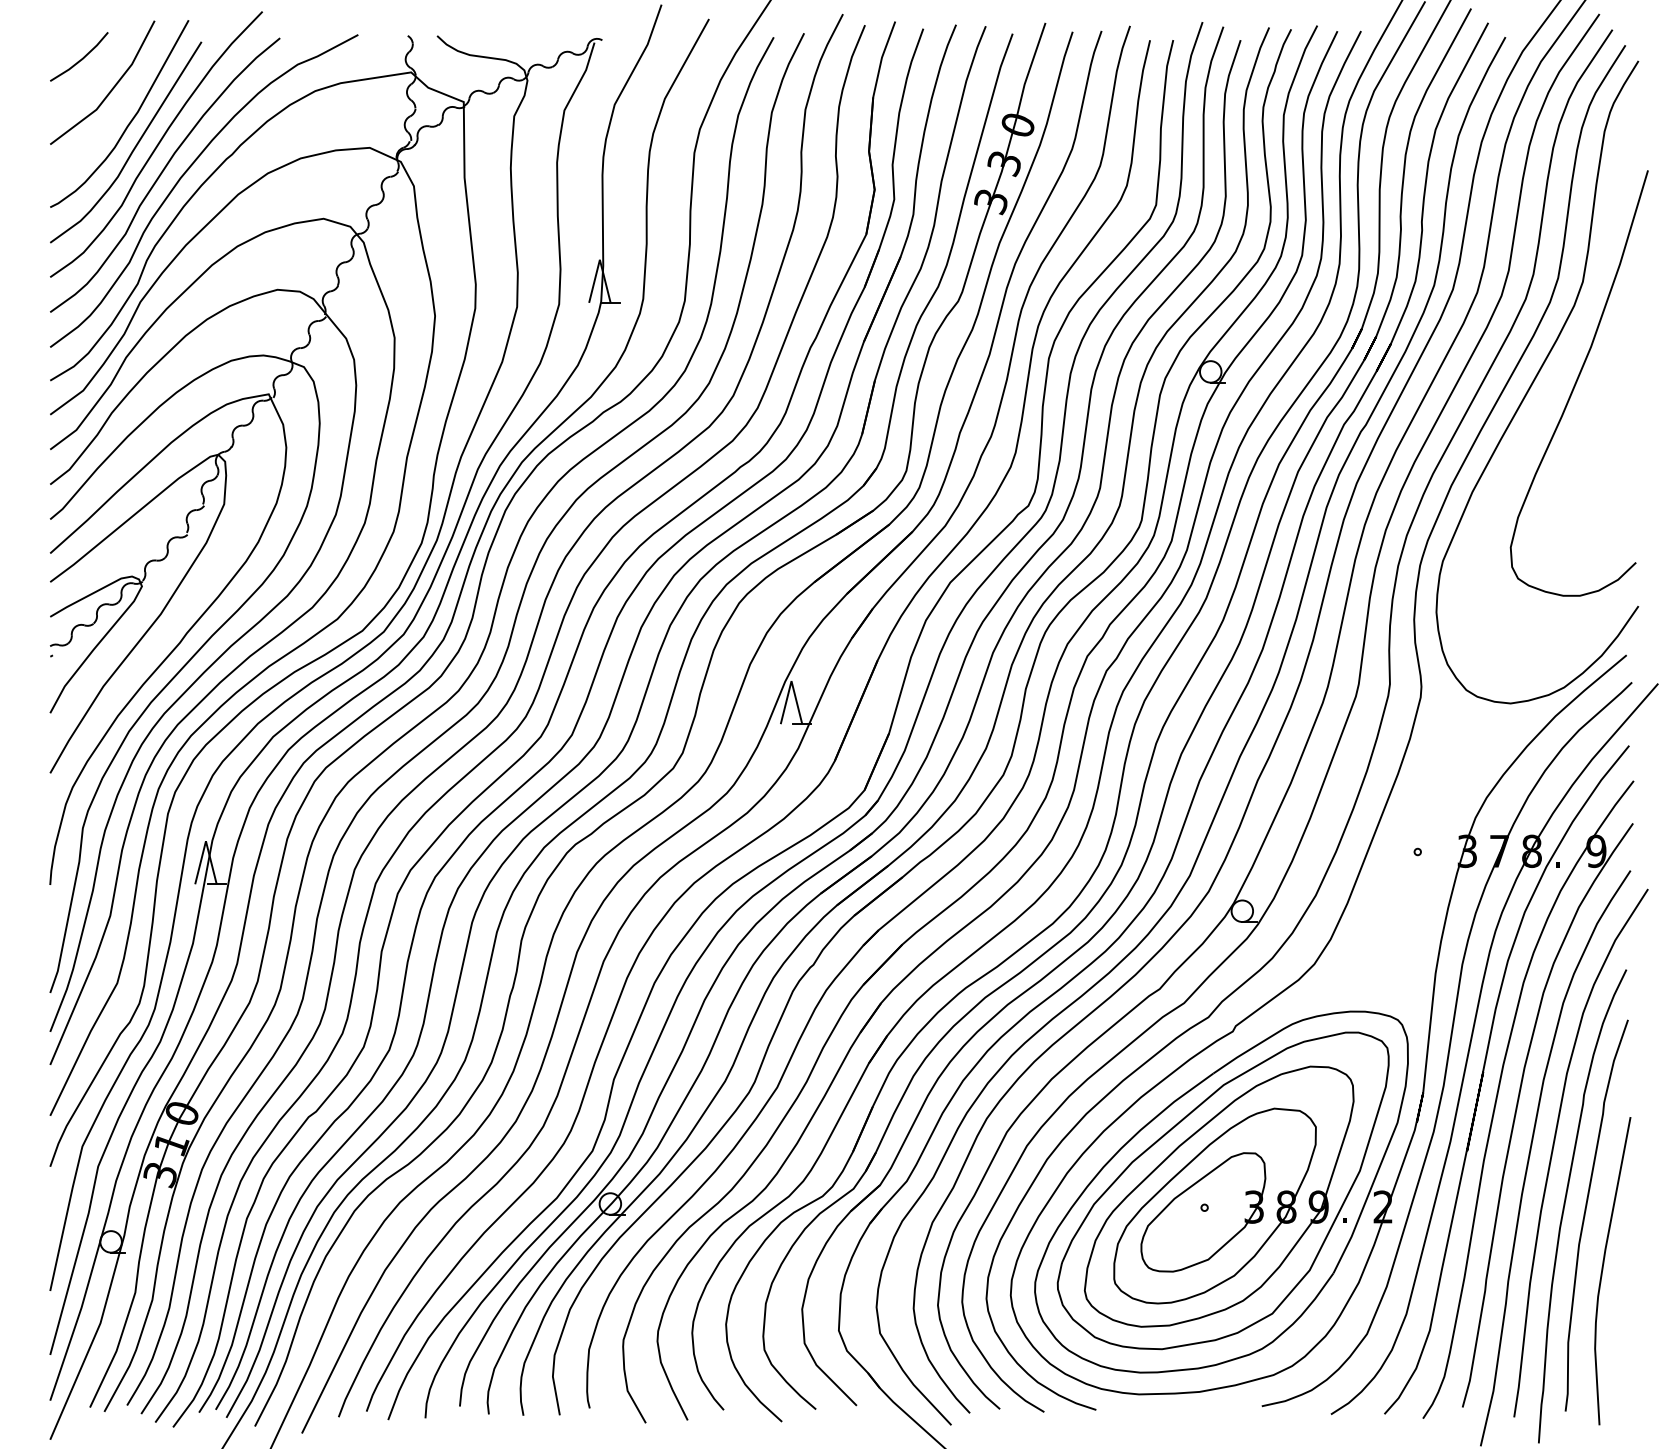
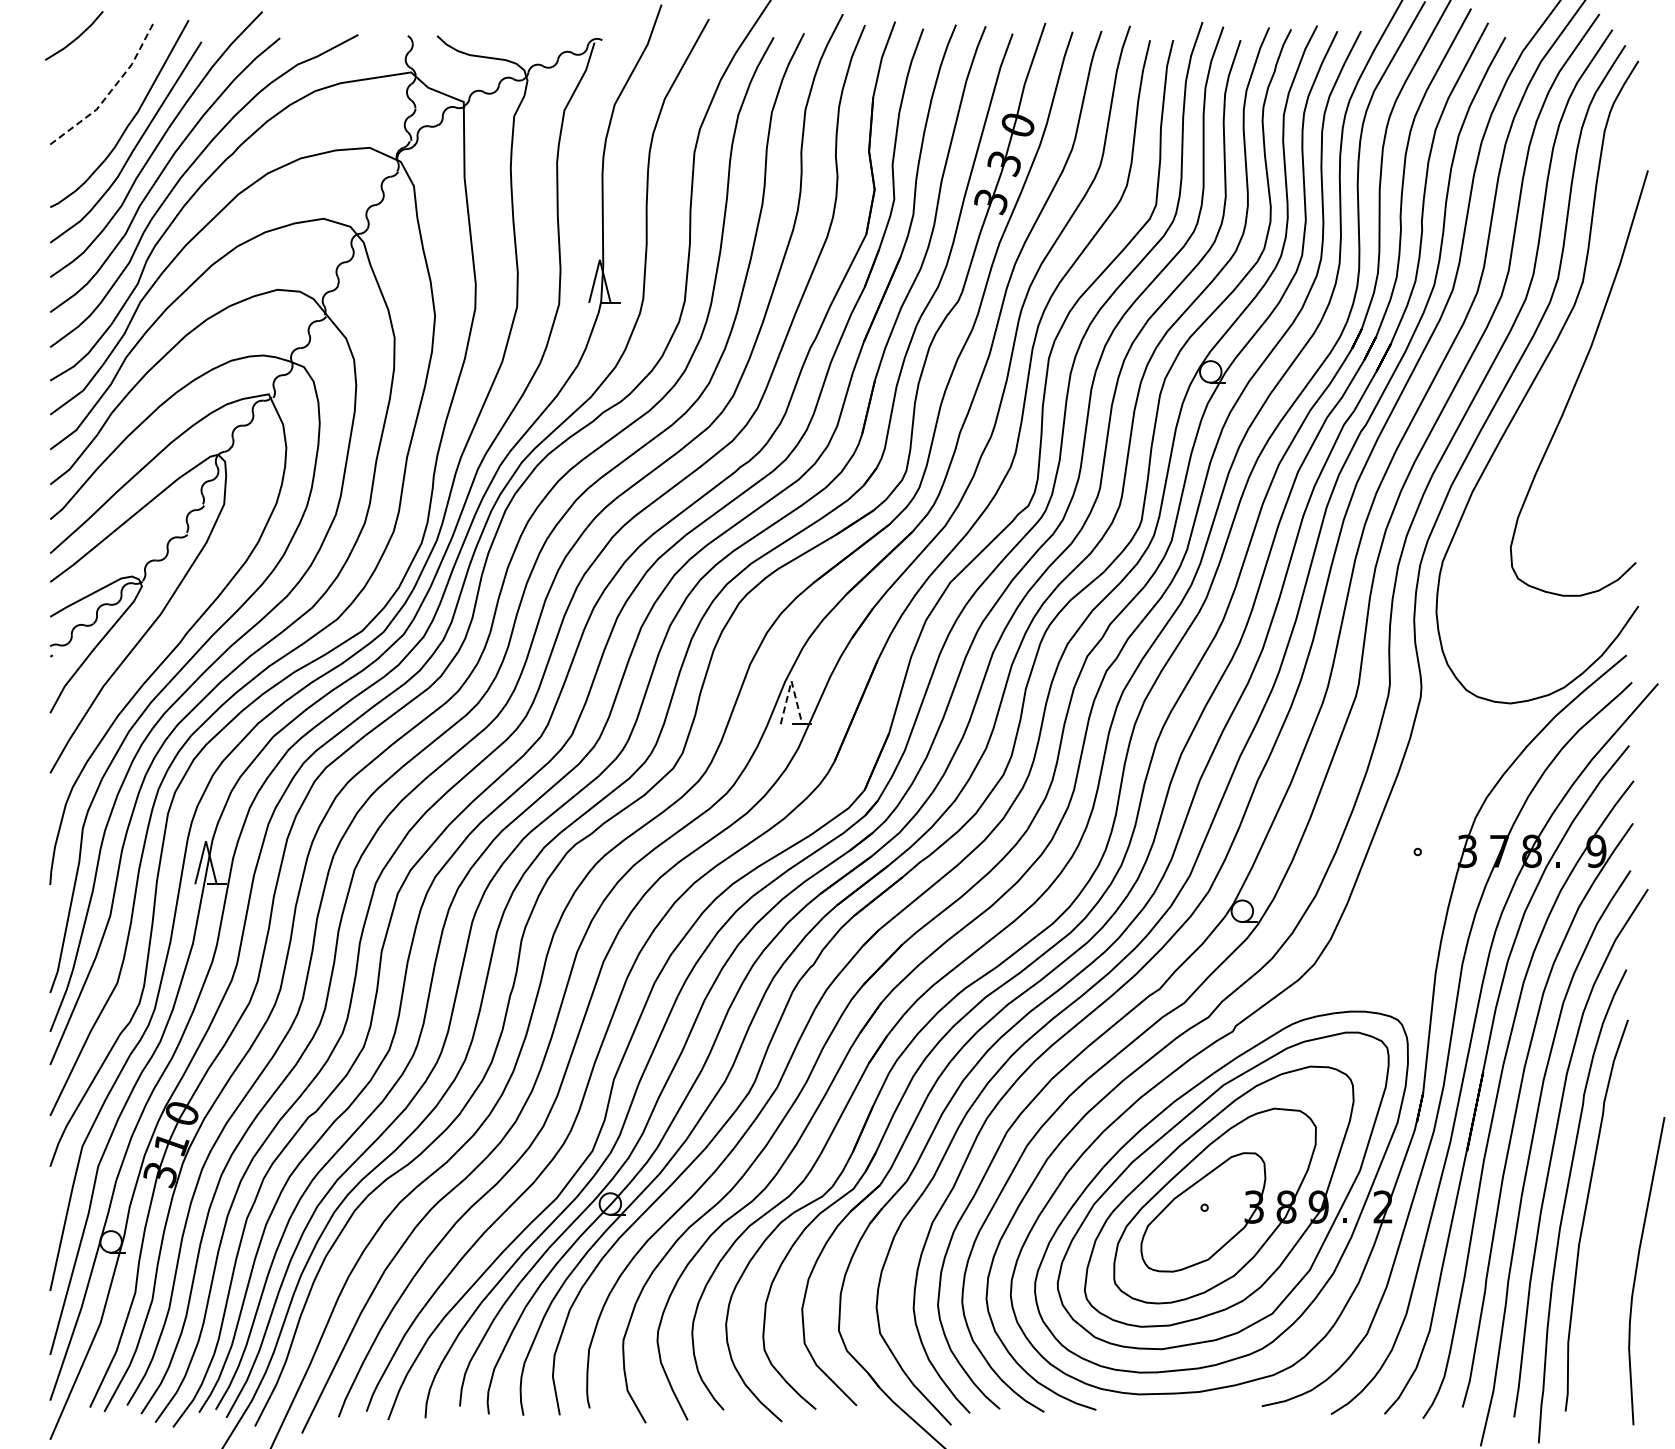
line at (81, 58) position: (81, 58) -> (76, 37)
line at (111, 90): solid -> dashed
line at (791, 681): solid -> dashed
curve at (1603, 1270) position: (1603, 1270) -> (1637, 1270)
